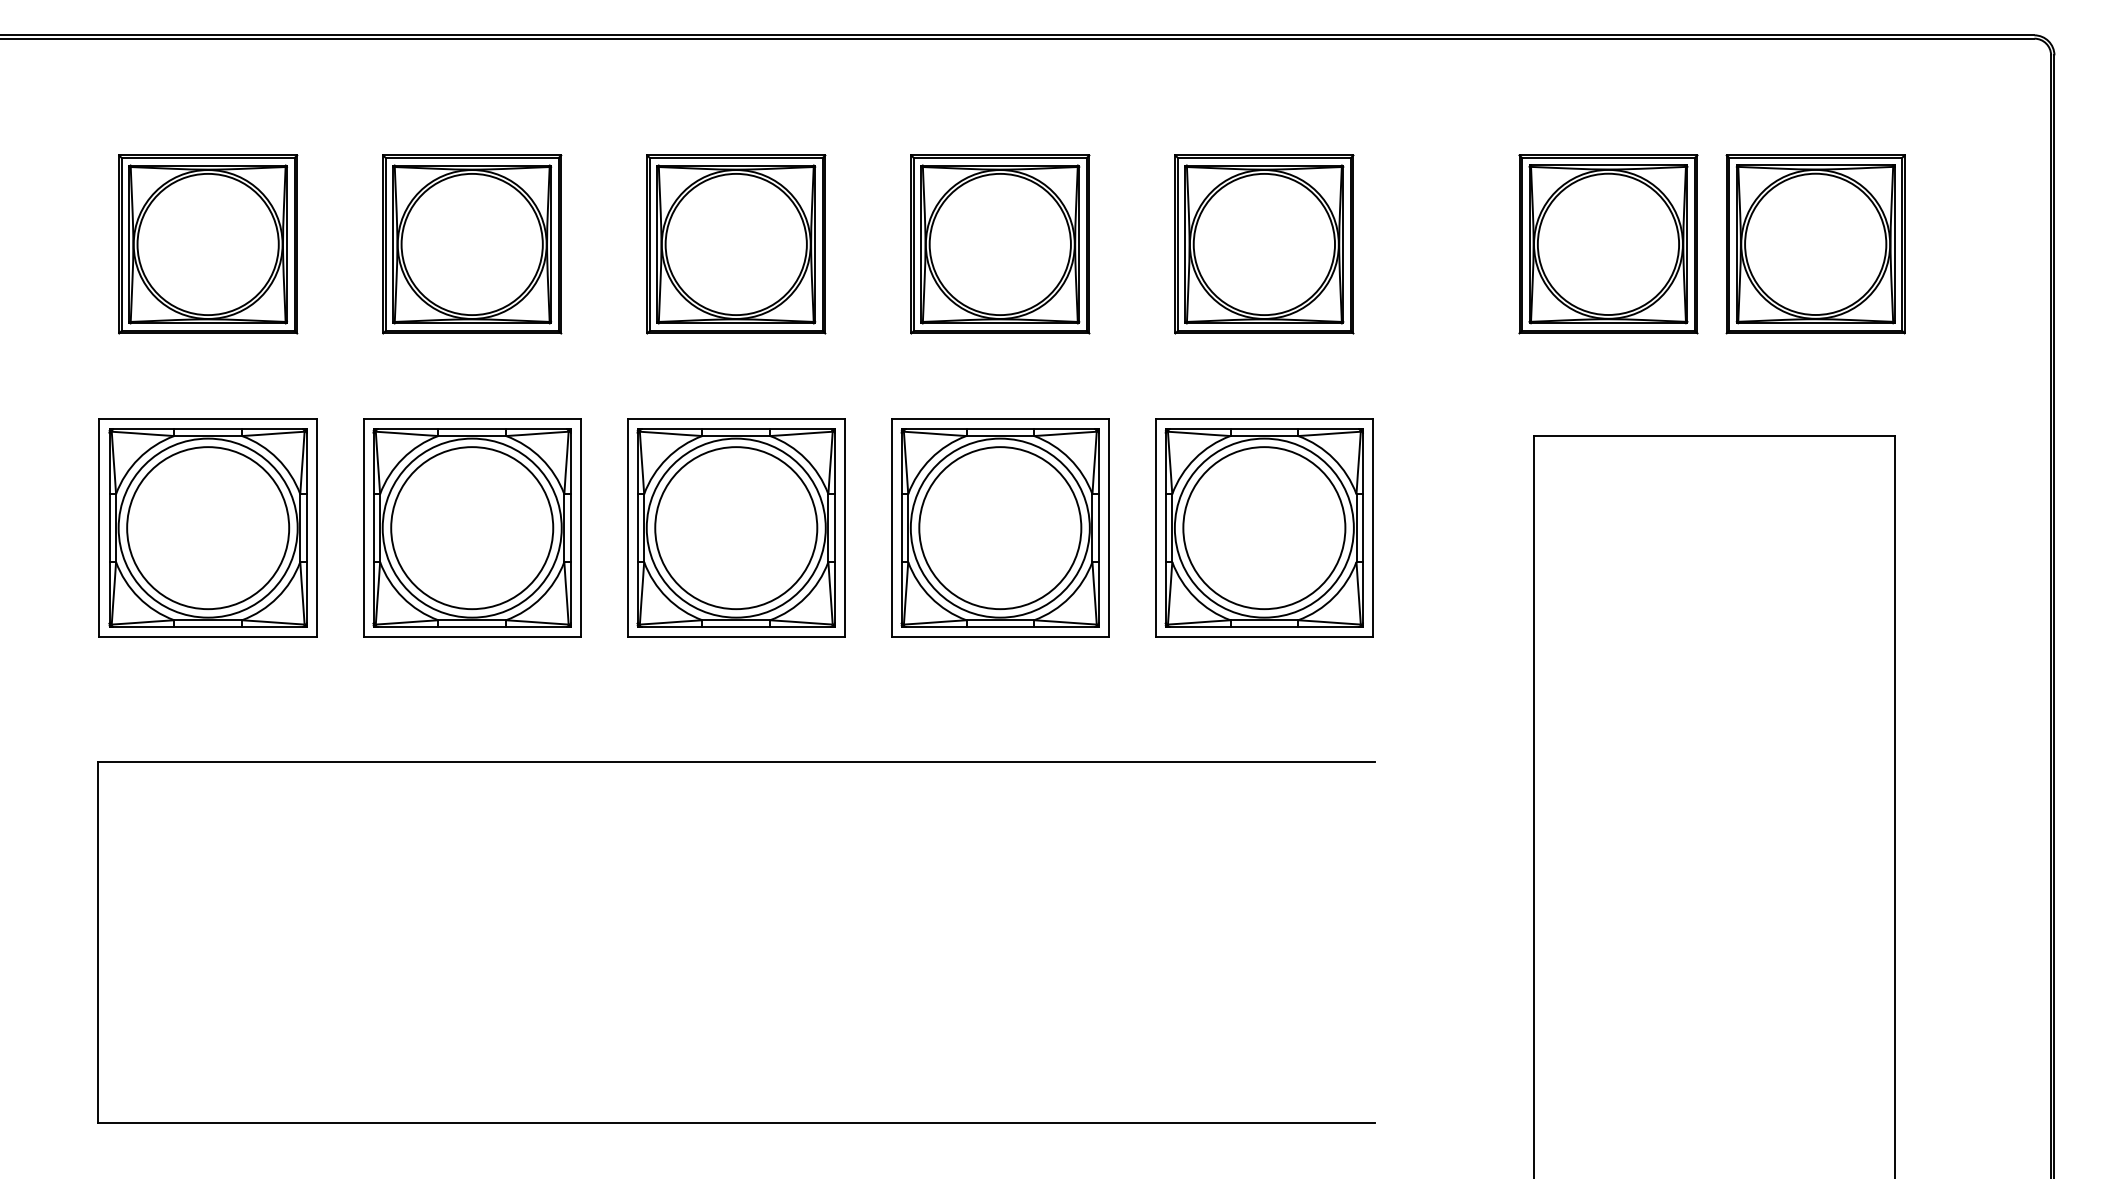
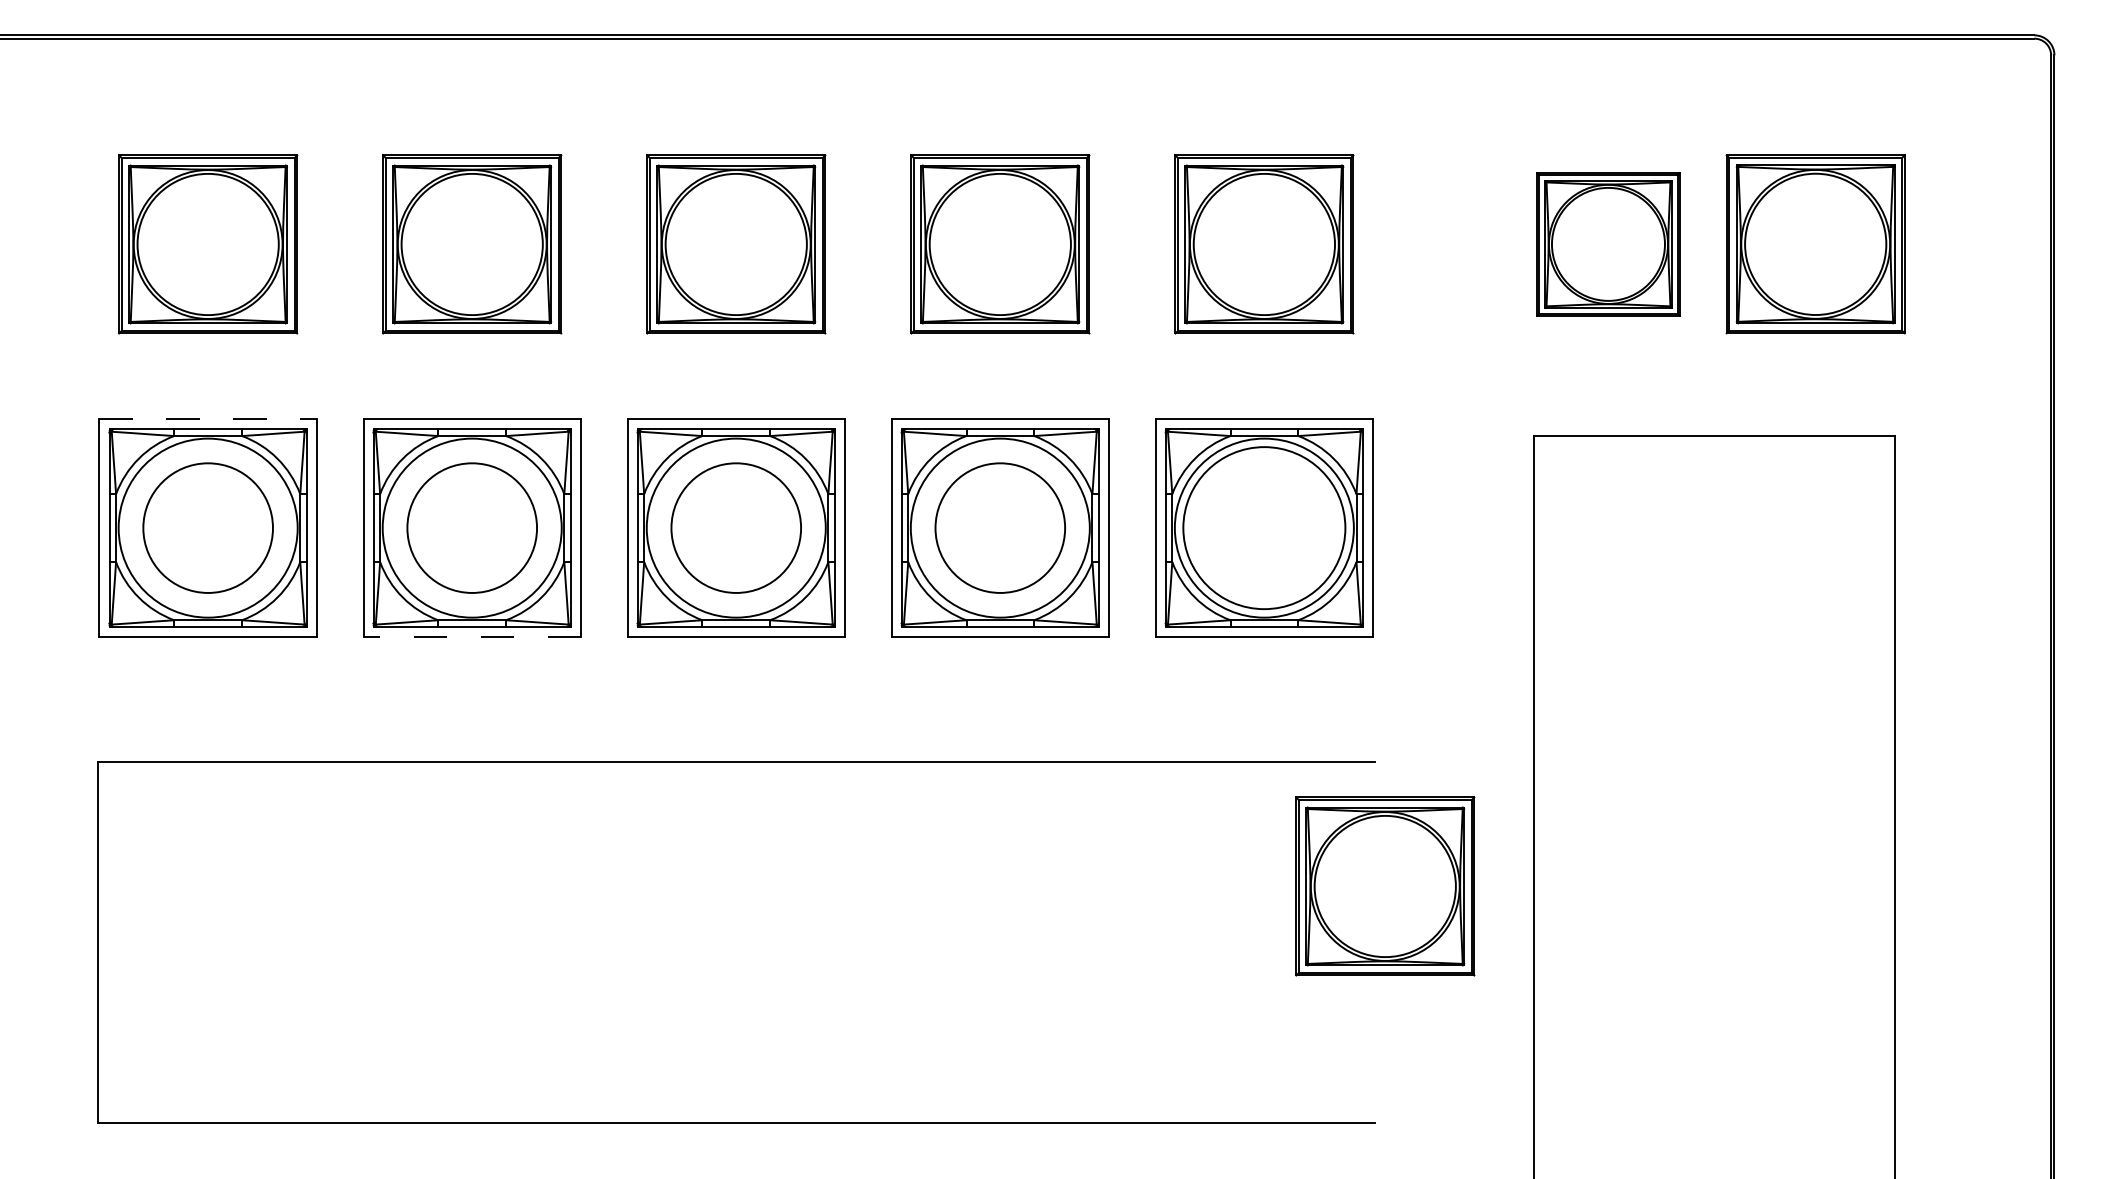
part at (1608, 244) size: 181x181 px -> 145x145 px
line at (208, 419): solid -> dashed
circle at (208, 528) diameter: 162 px -> 130 px
circle at (472, 528) diameter: 162 px -> 130 px
circle at (736, 528) diameter: 162 px -> 130 px
circle at (1000, 528) diameter: 162 px -> 130 px
line at (472, 636): solid -> dashed
part at (1385, 886): none -> present
